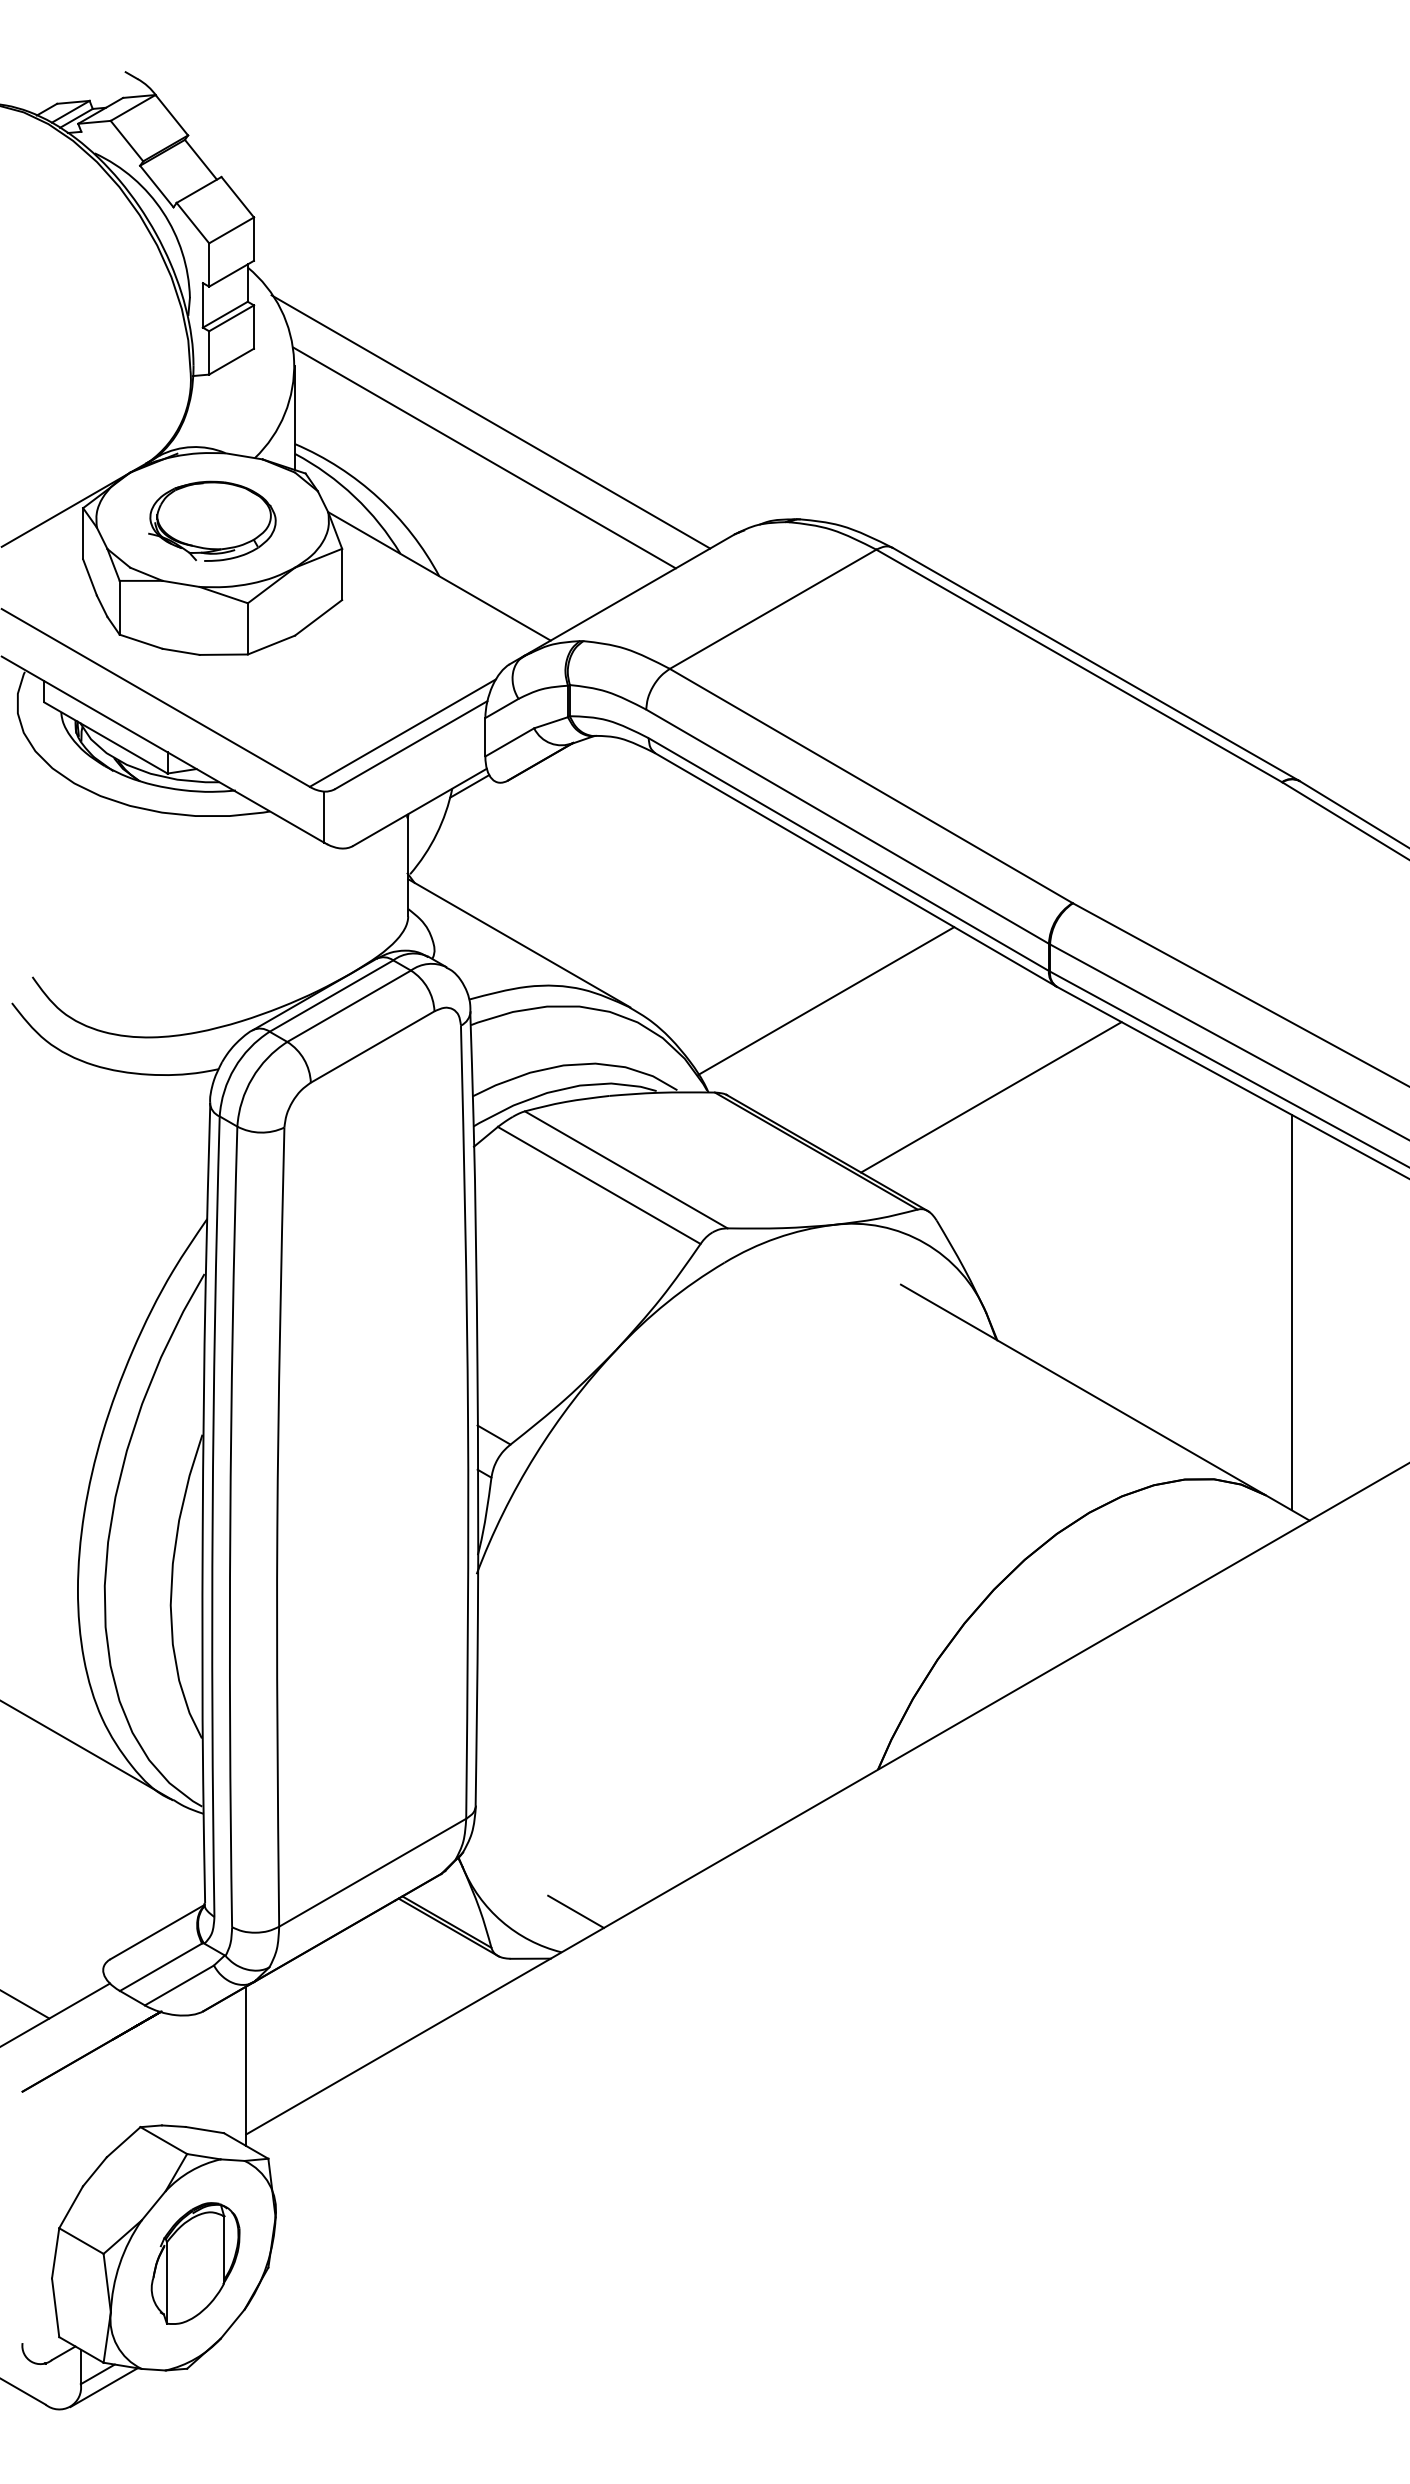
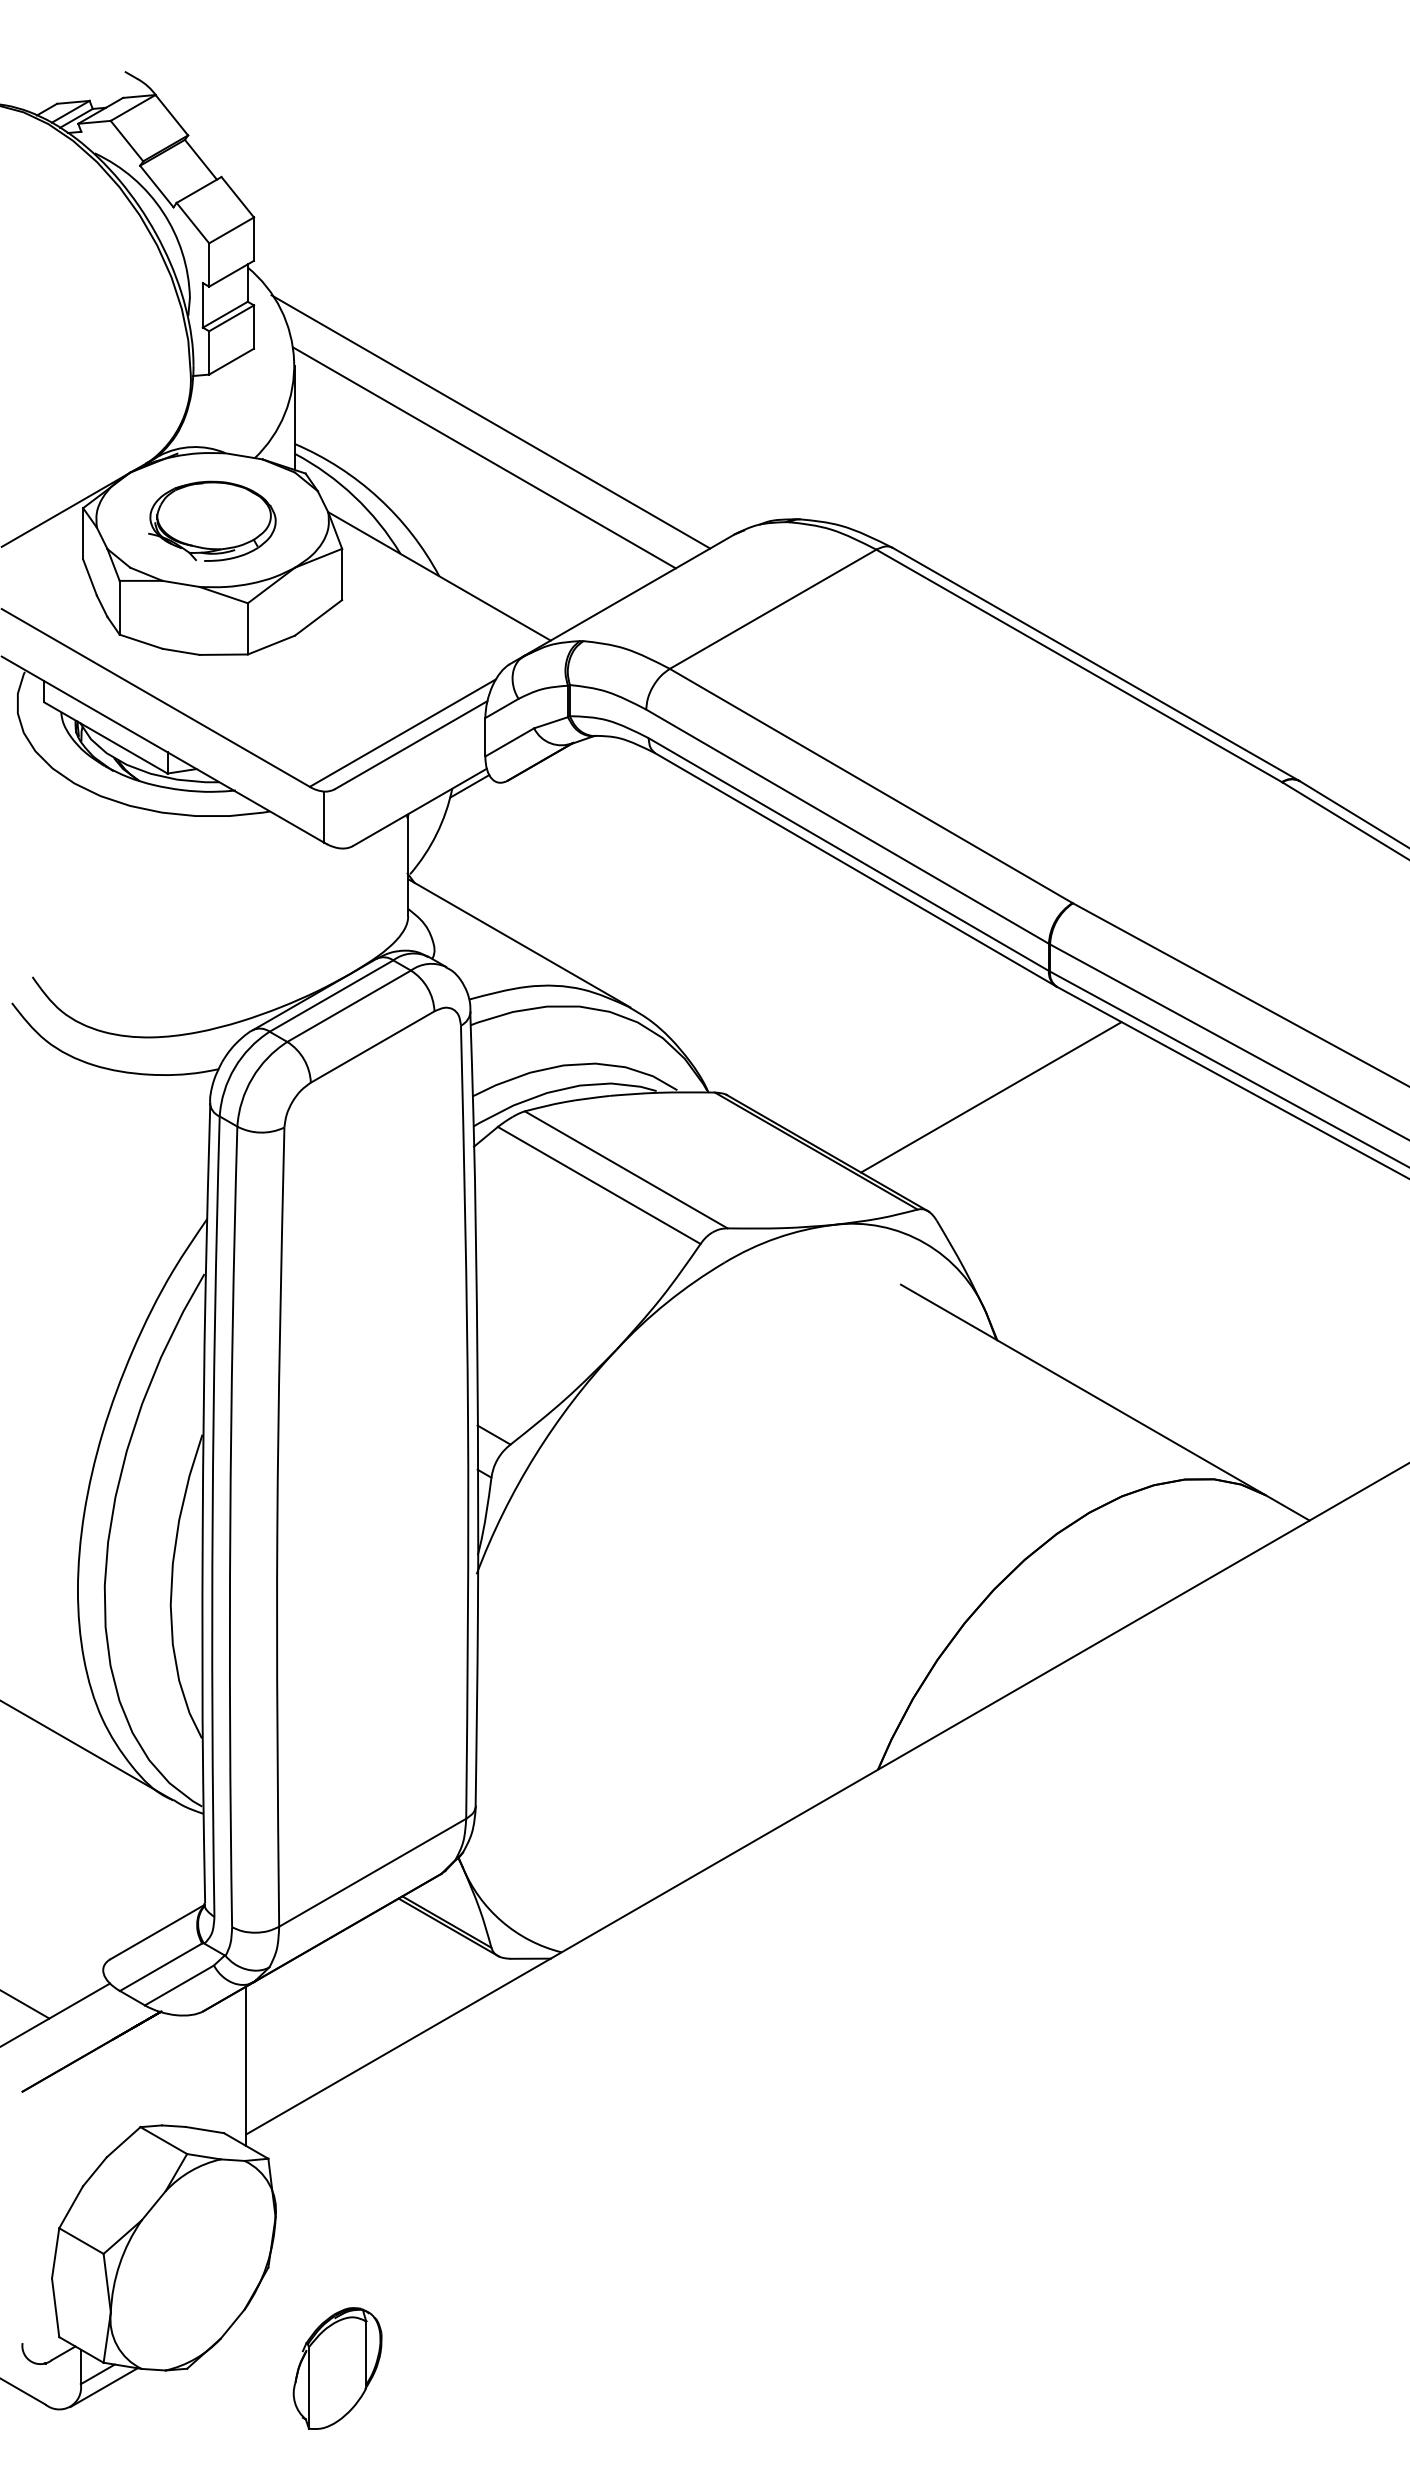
line at (826, 1000): present -> none
line at (1291, 1312): present -> none
line at (575, 1911): present -> none
part at (195, 2263) position: (195, 2263) -> (337, 2368)
